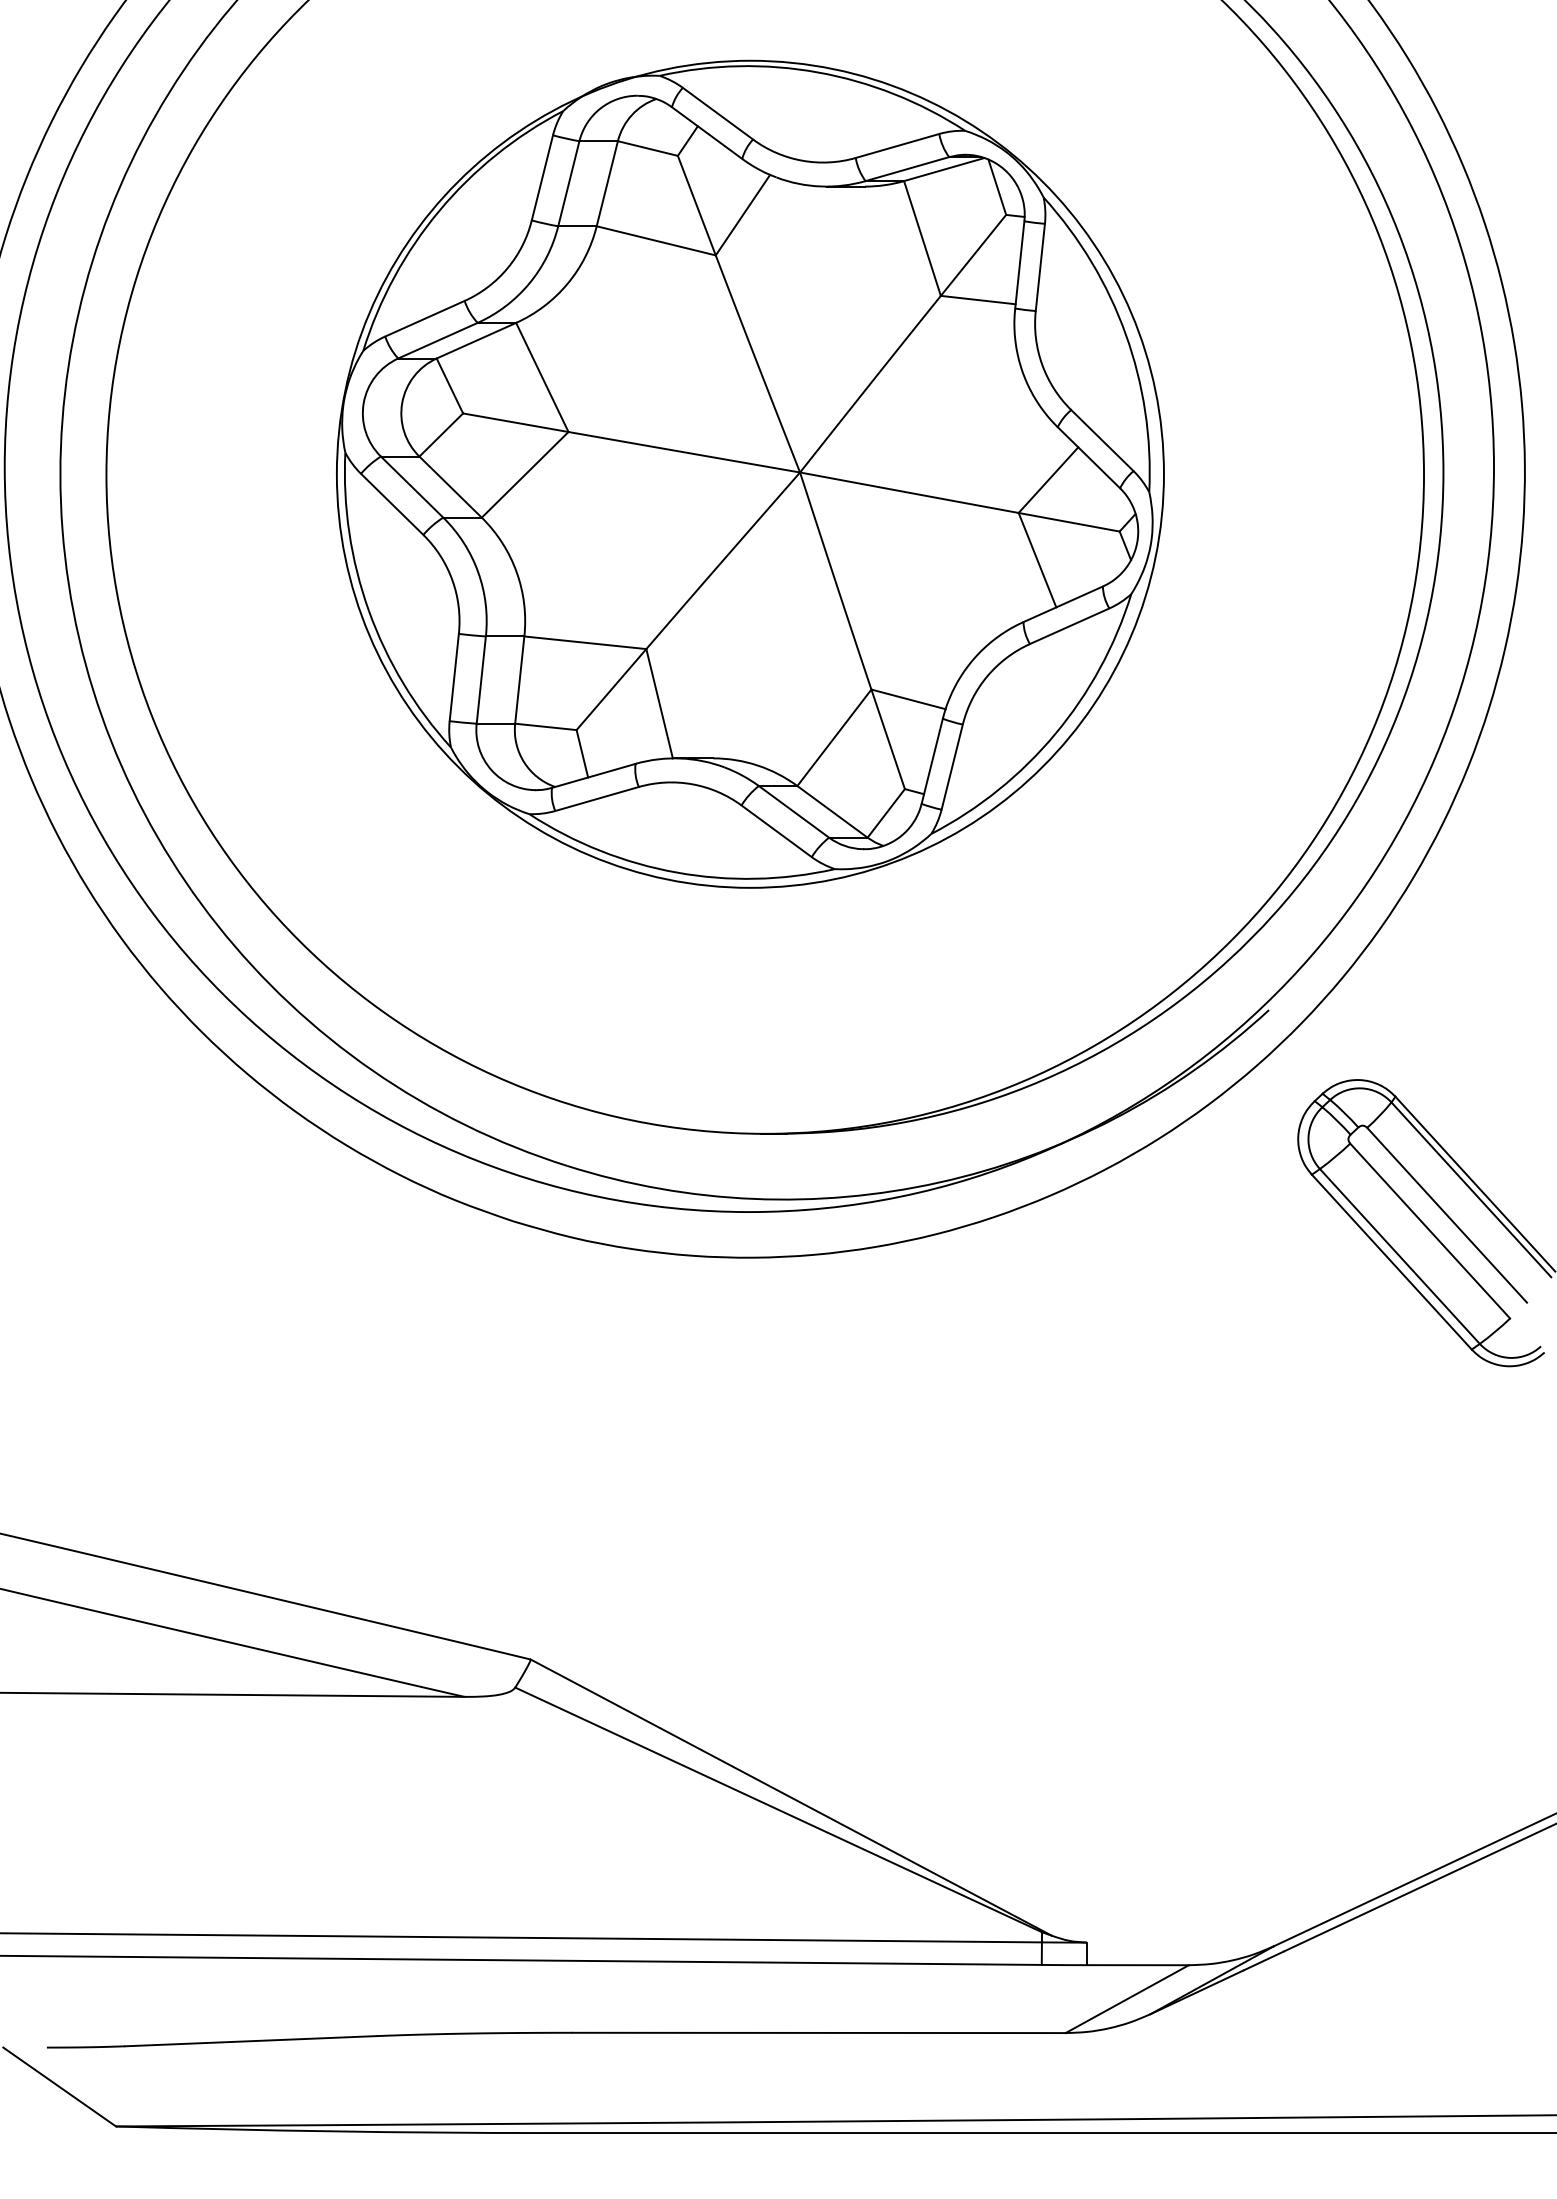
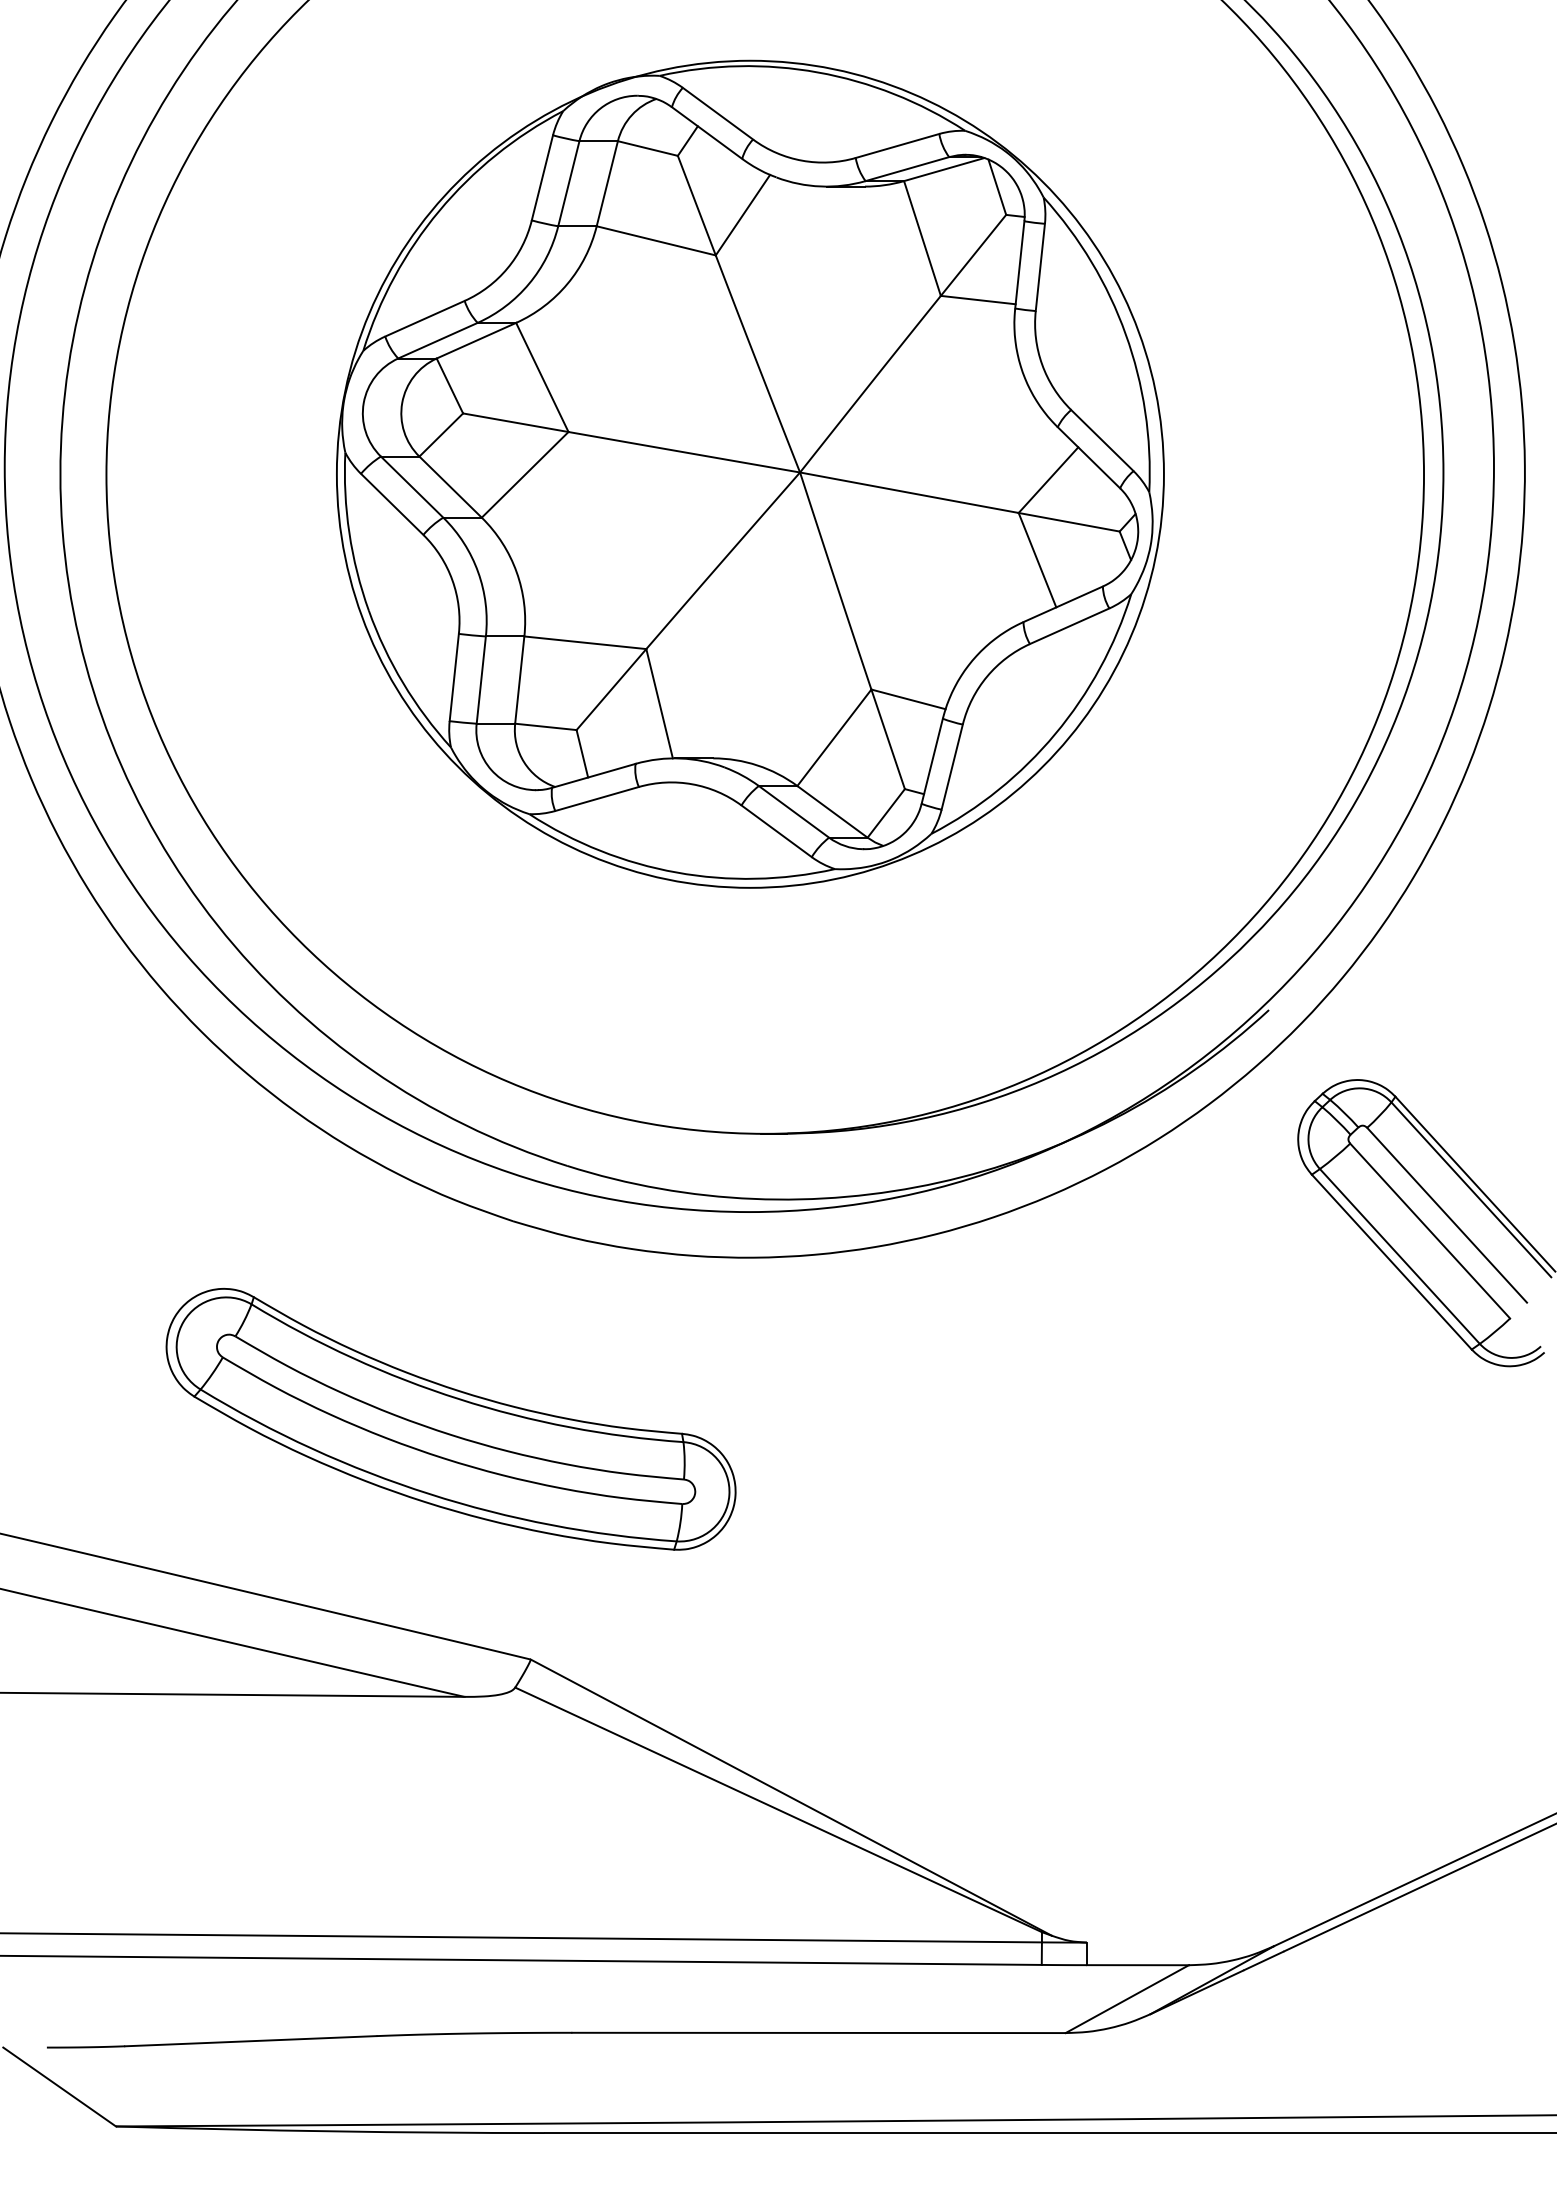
part at (450, 1419): none -> present
